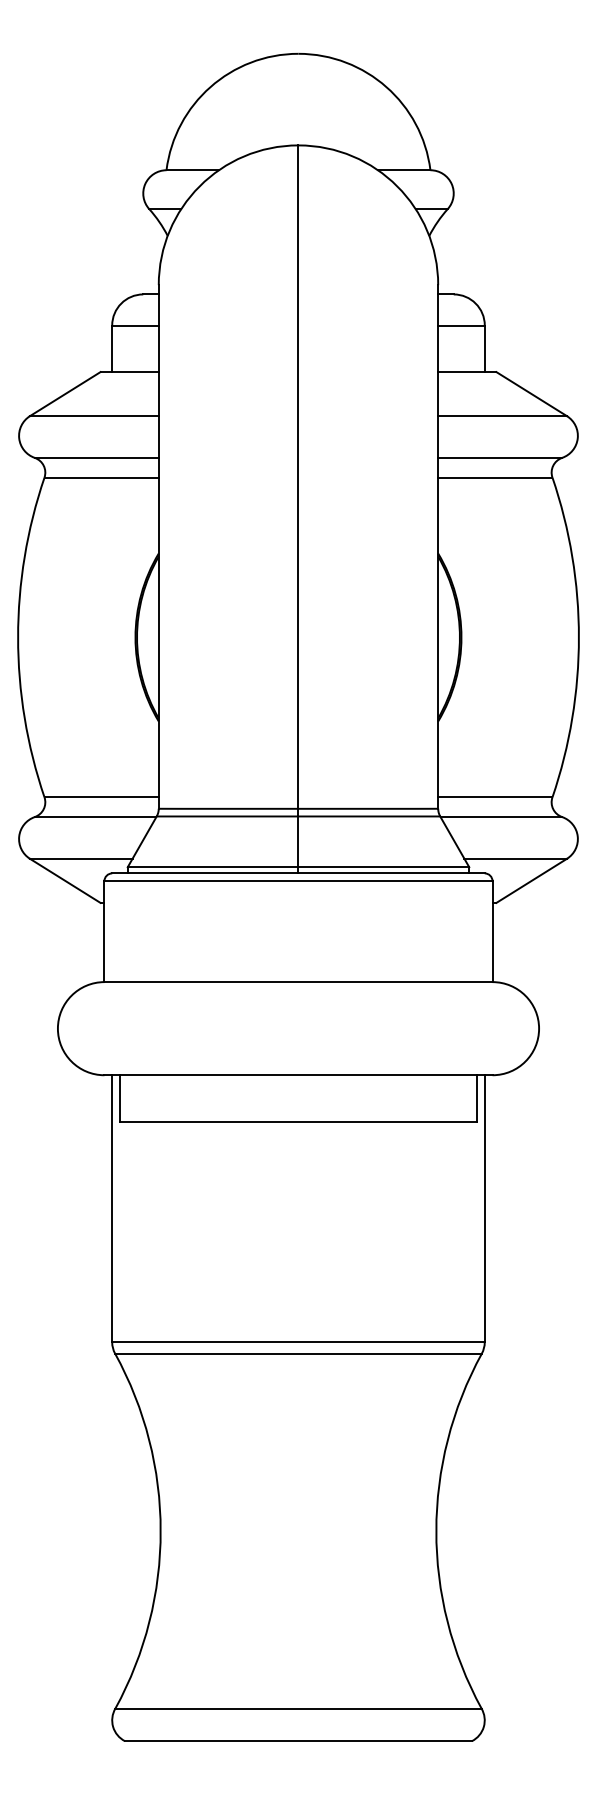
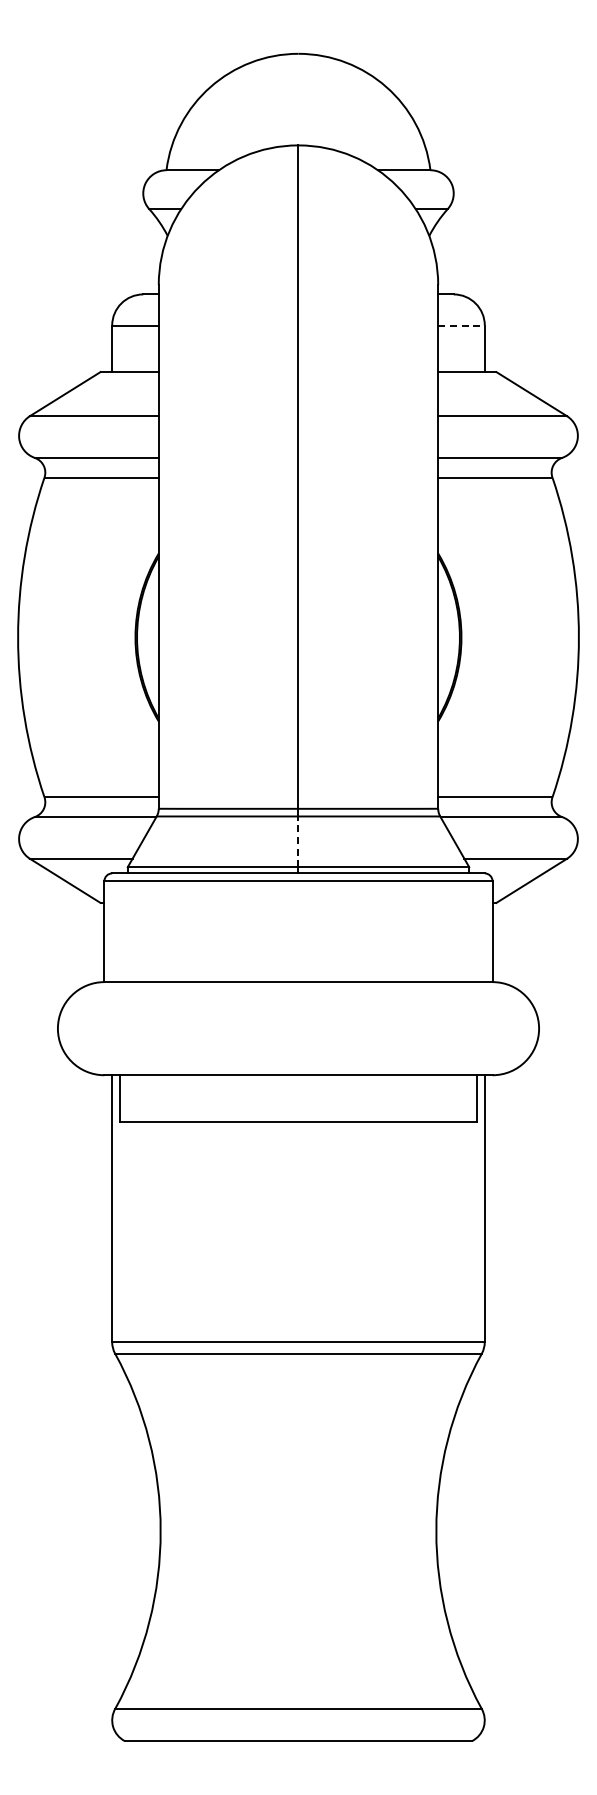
line at (461, 325): solid -> dashed
line at (298, 841): solid -> dashed
